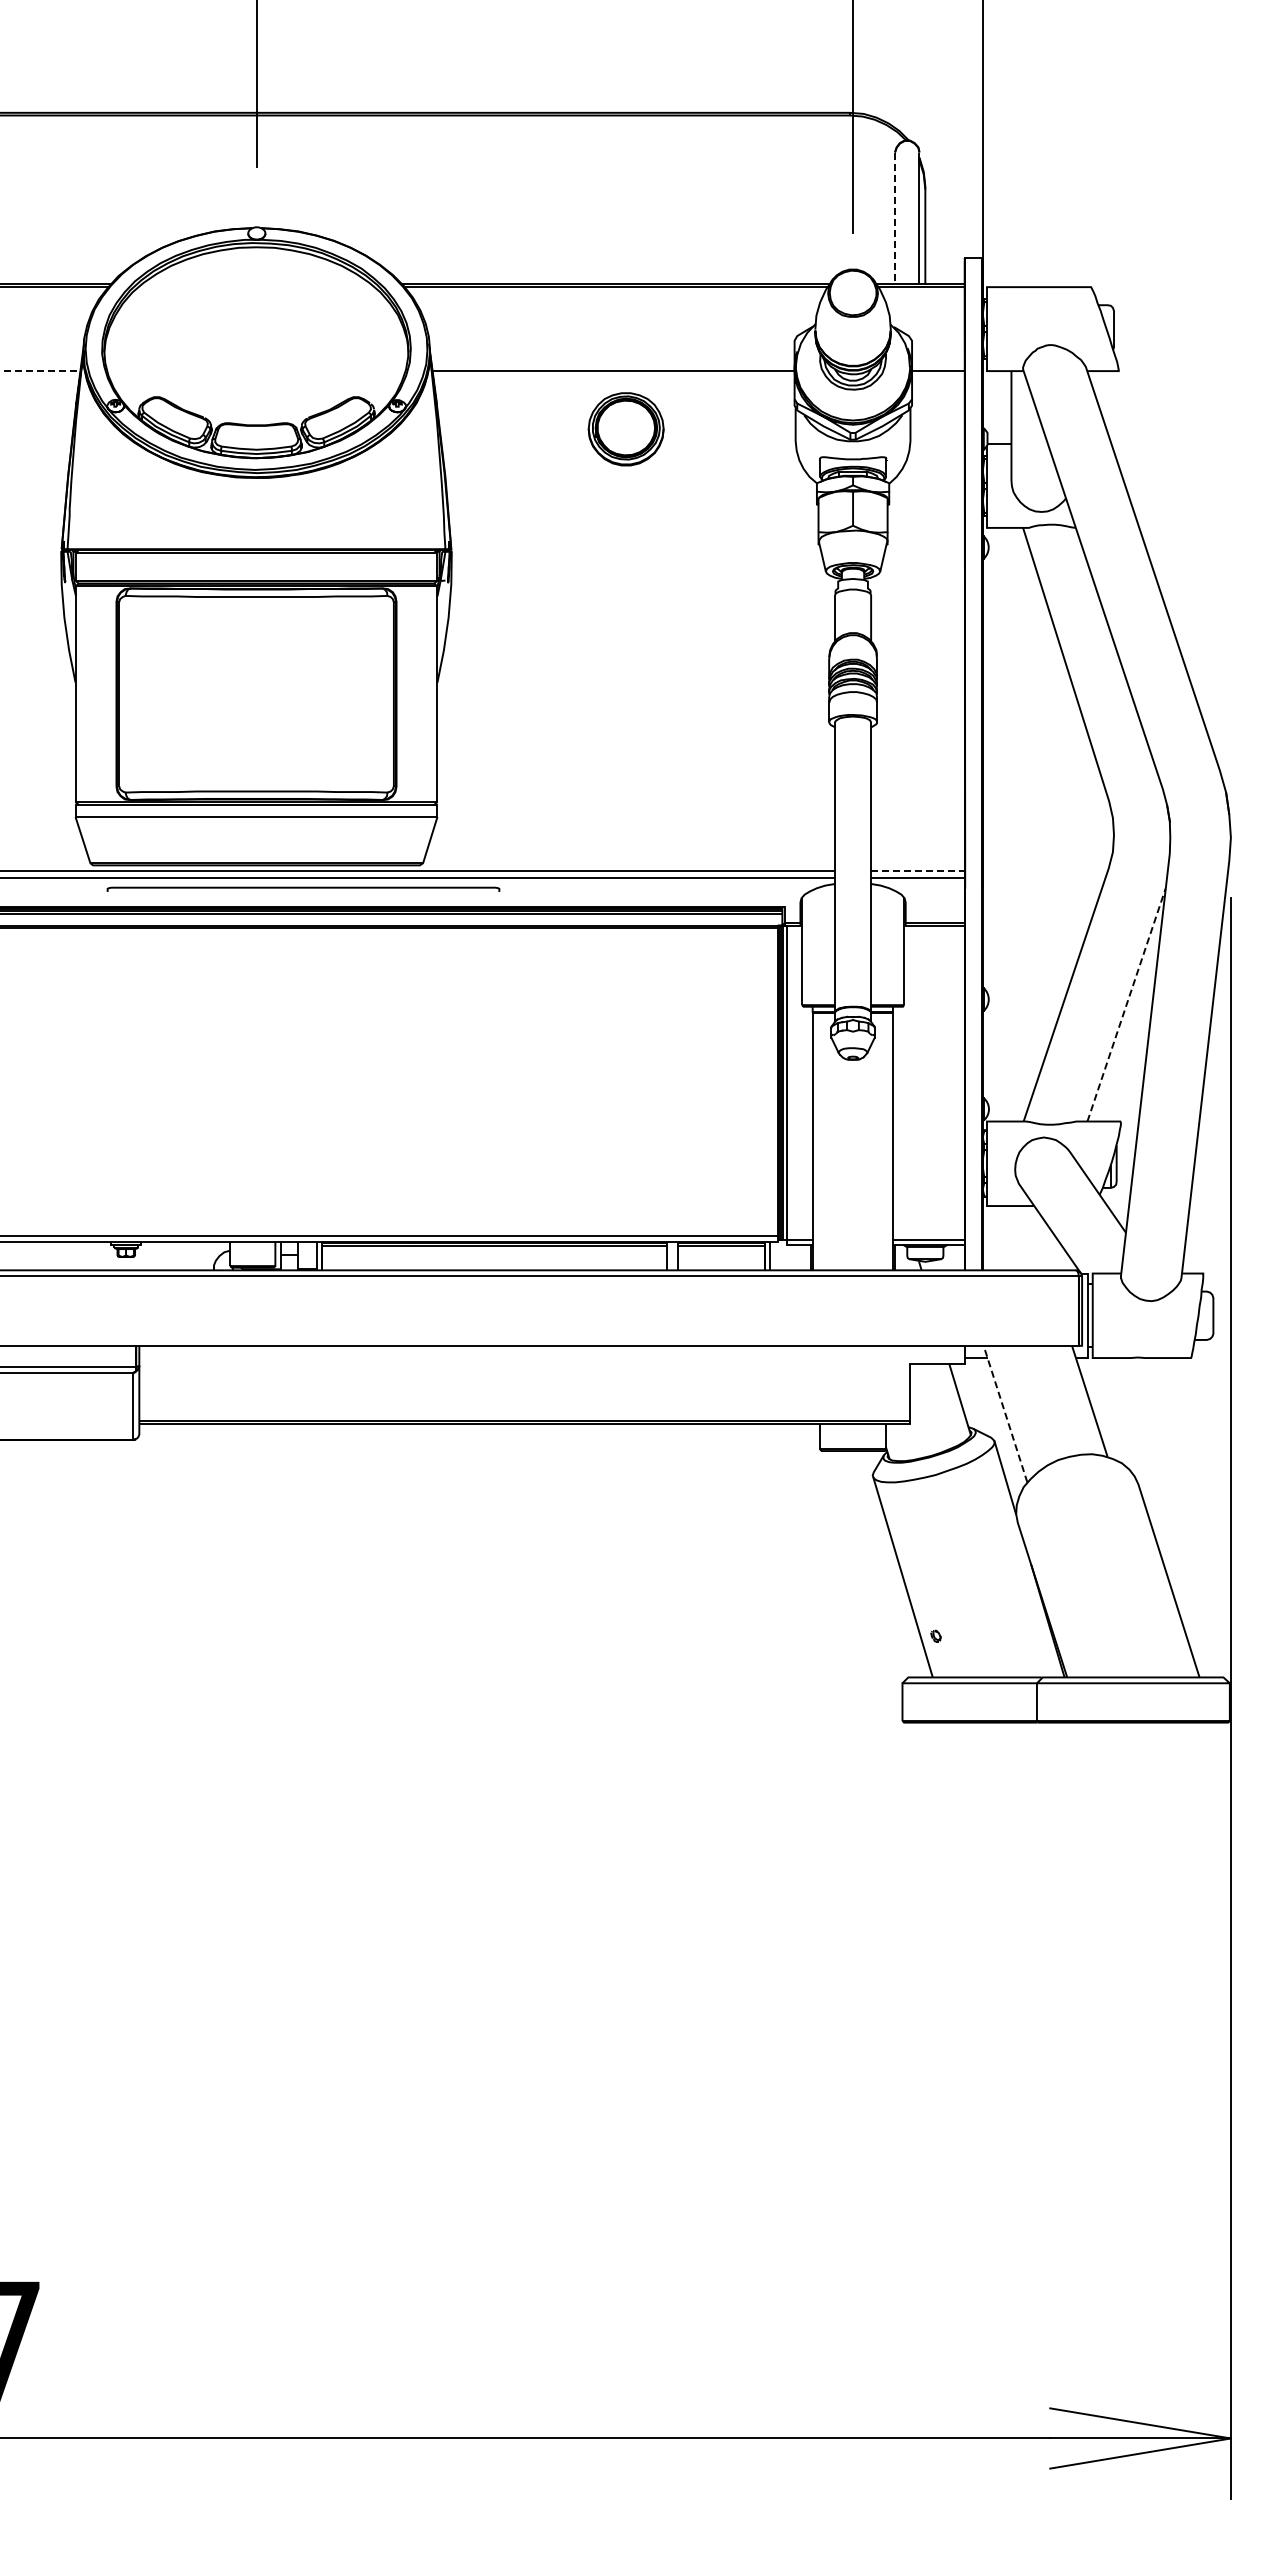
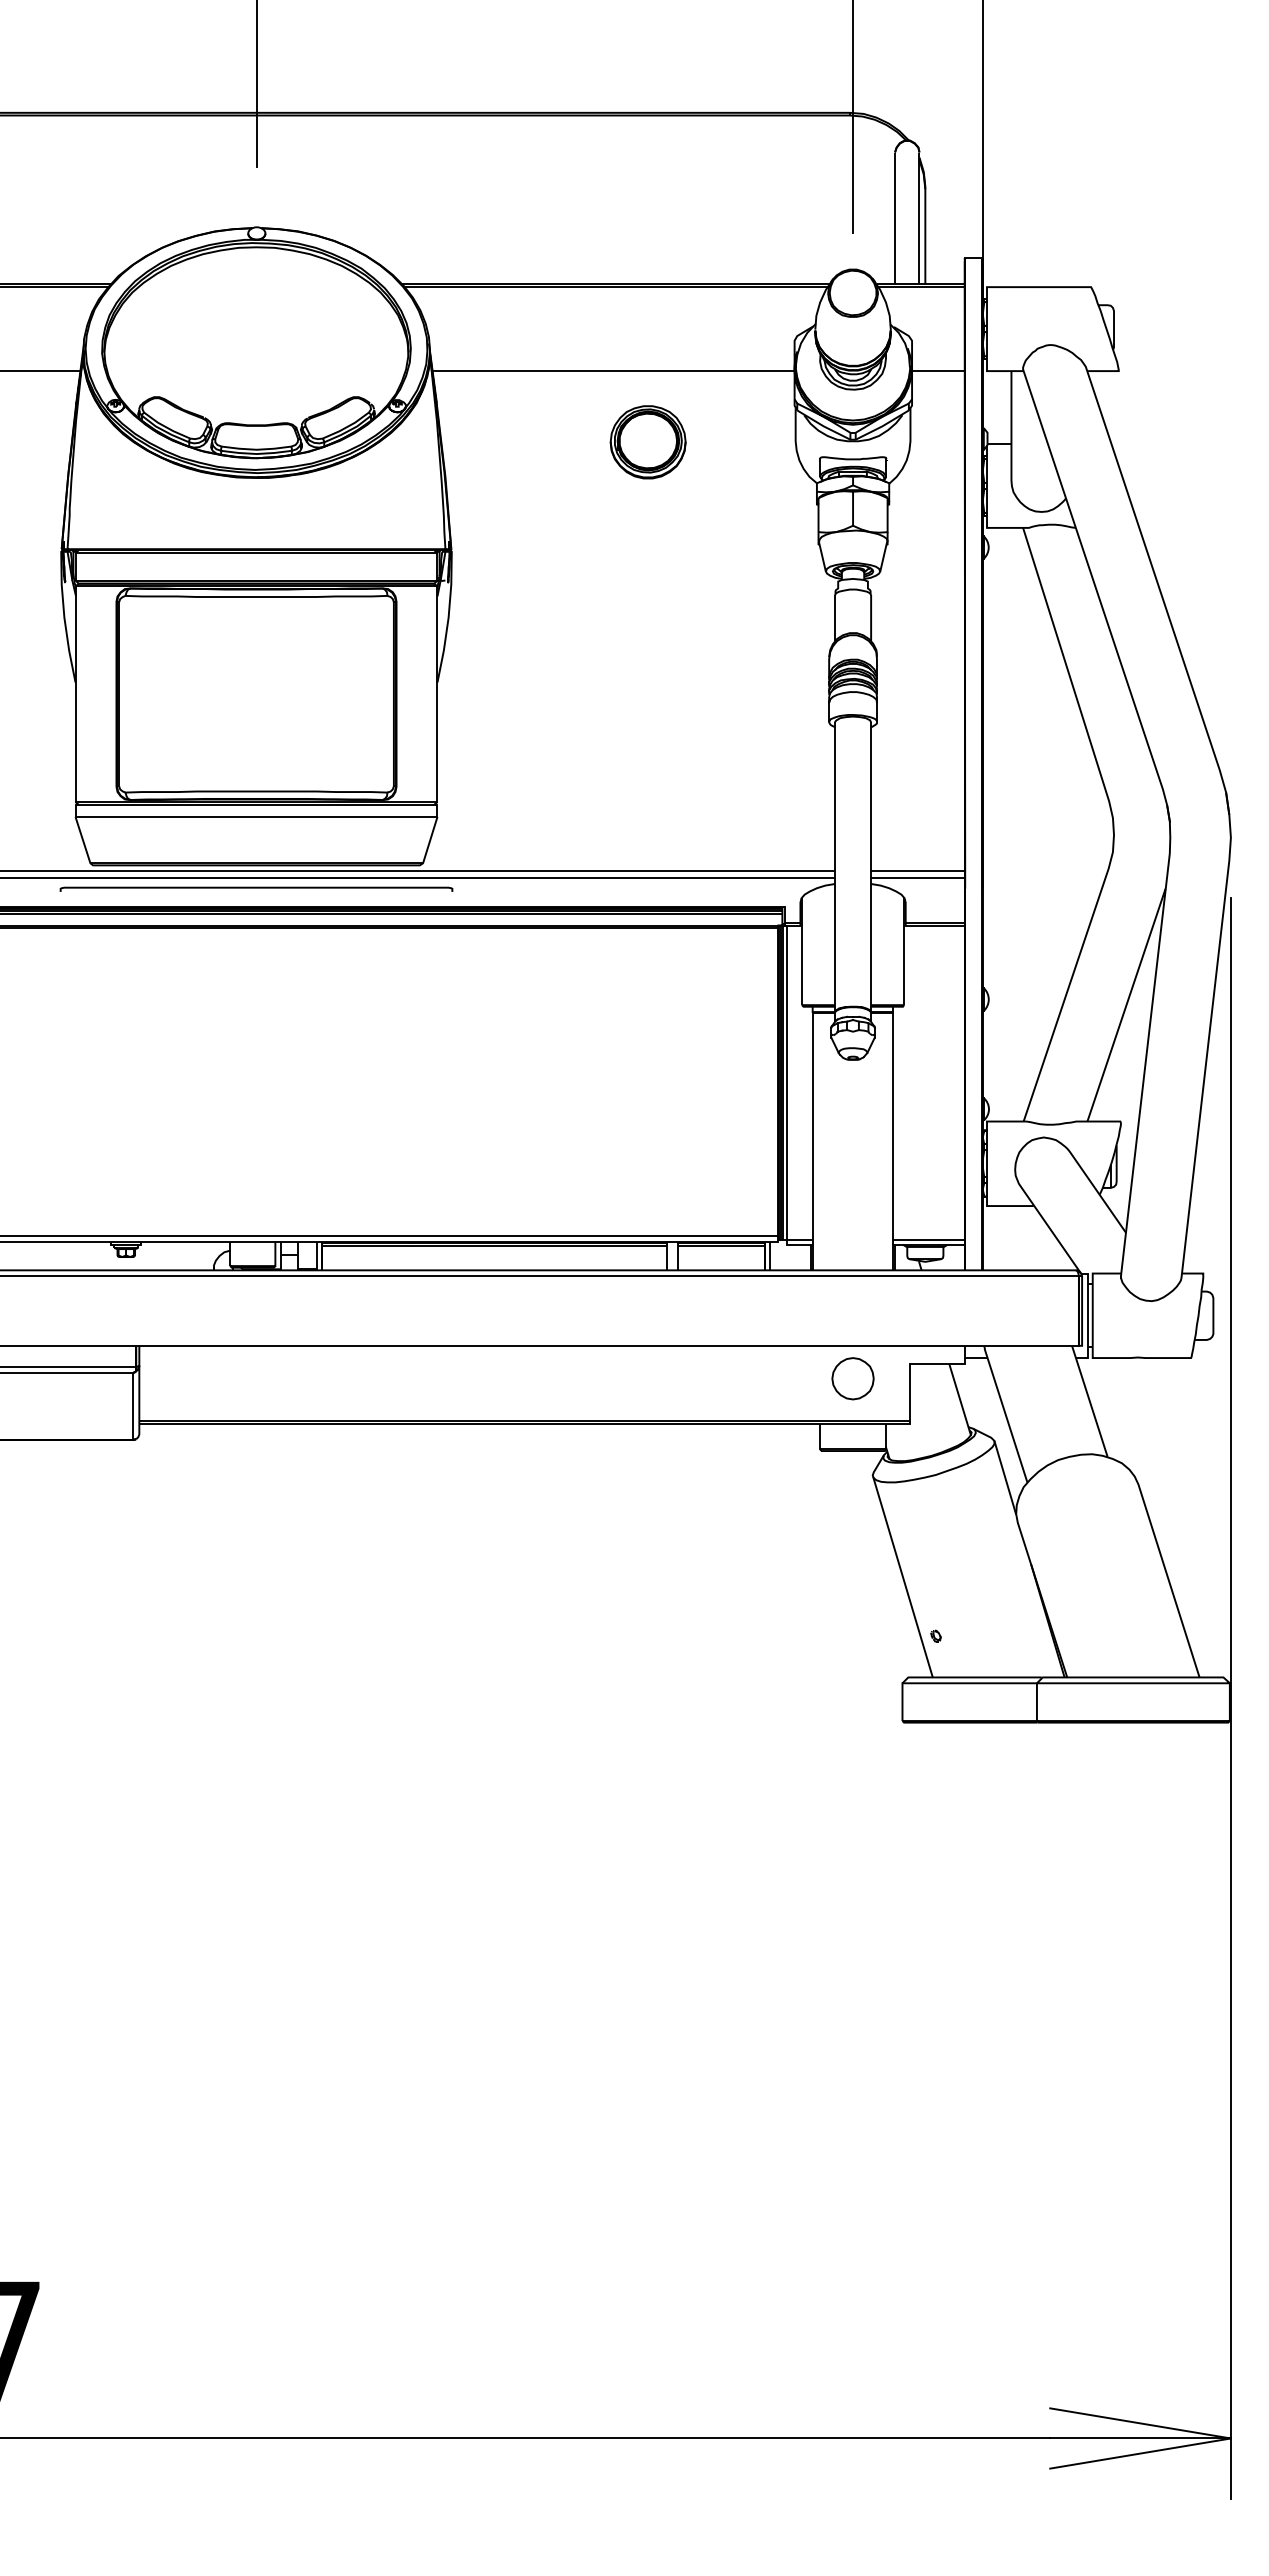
line at (895, 220): dashed -> solid
line at (40, 371): dashed -> solid
part at (625, 429) position: (625, 429) -> (647, 442)
line at (917, 871): dashed -> solid
curve at (303, 888) position: (303, 888) -> (256, 888)
line at (1126, 1005): dashed -> solid
part at (852, 1378): none -> present
line at (1005, 1413): dashed -> solid
